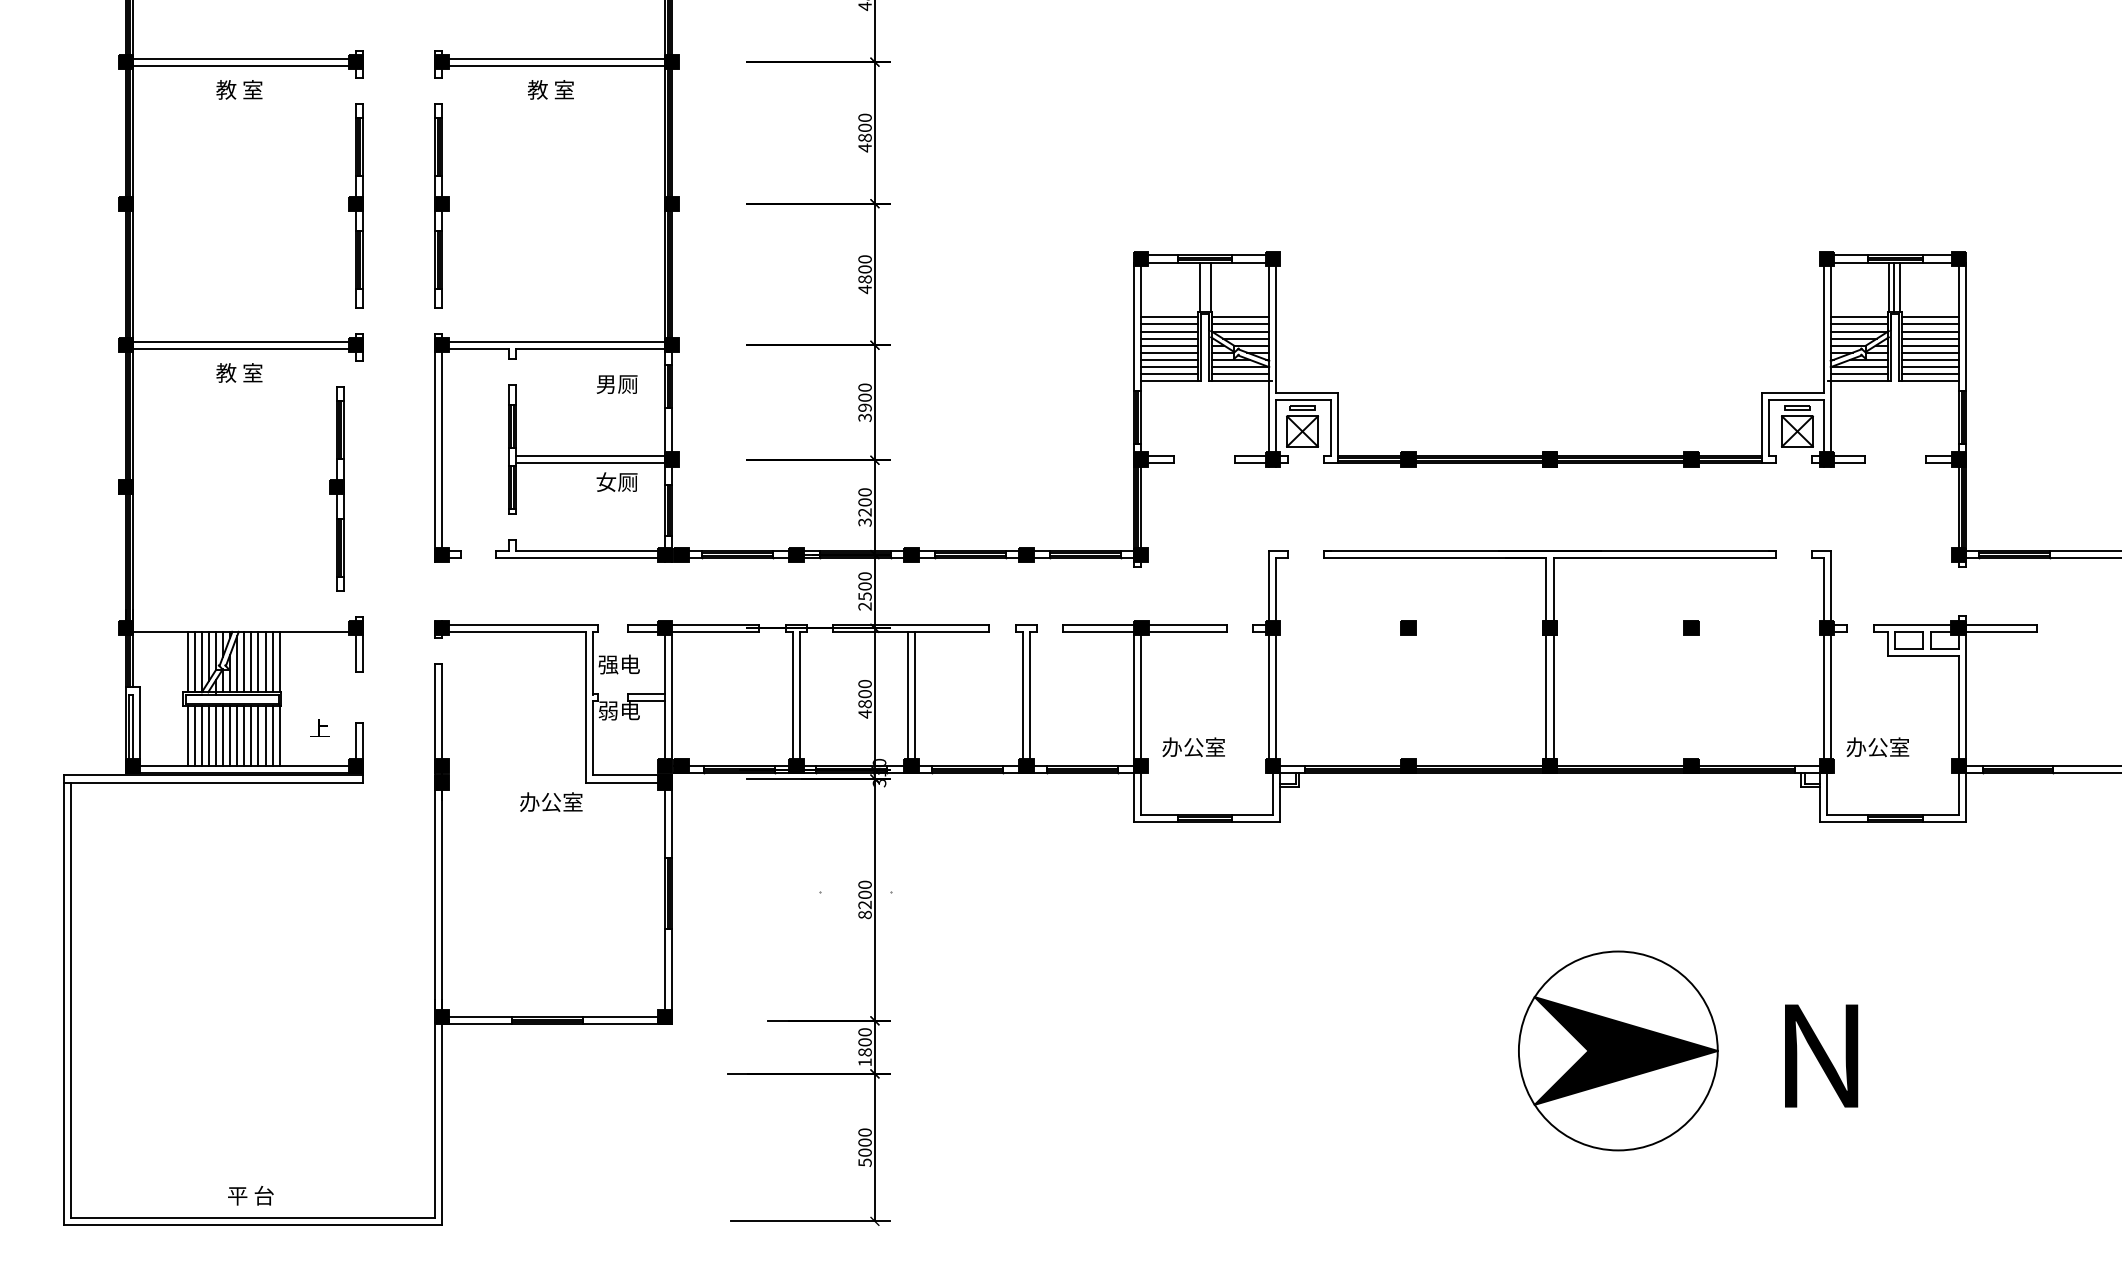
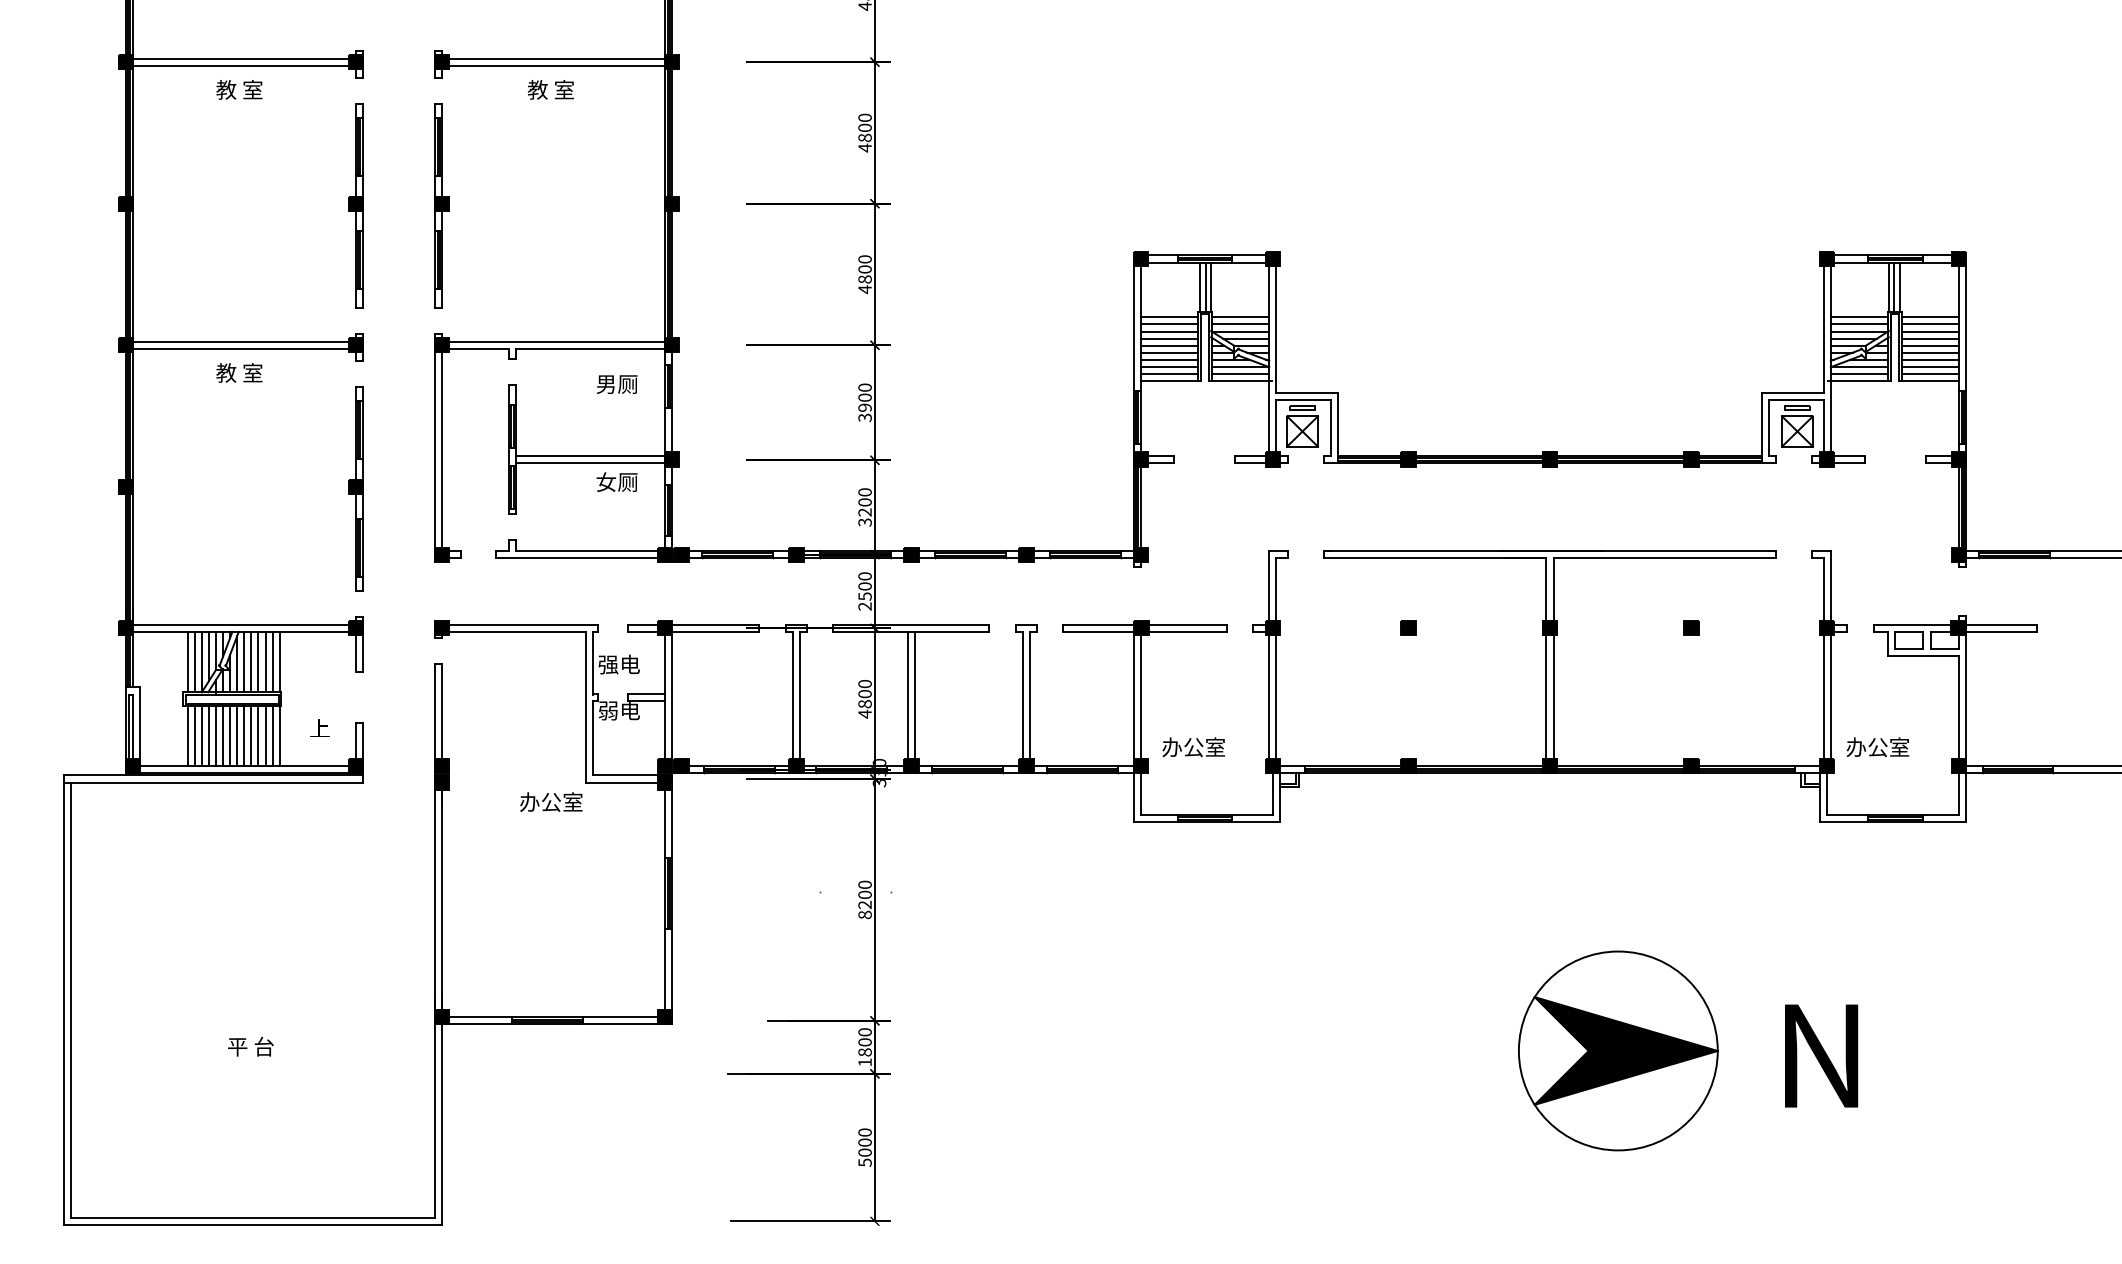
line at (1205, 286): none -> present
part at (336, 488) position: (336, 488) -> (355, 488)
line at (247, 624): none -> present
text at (250, 1195) position: (250, 1195) -> (250, 1046)
